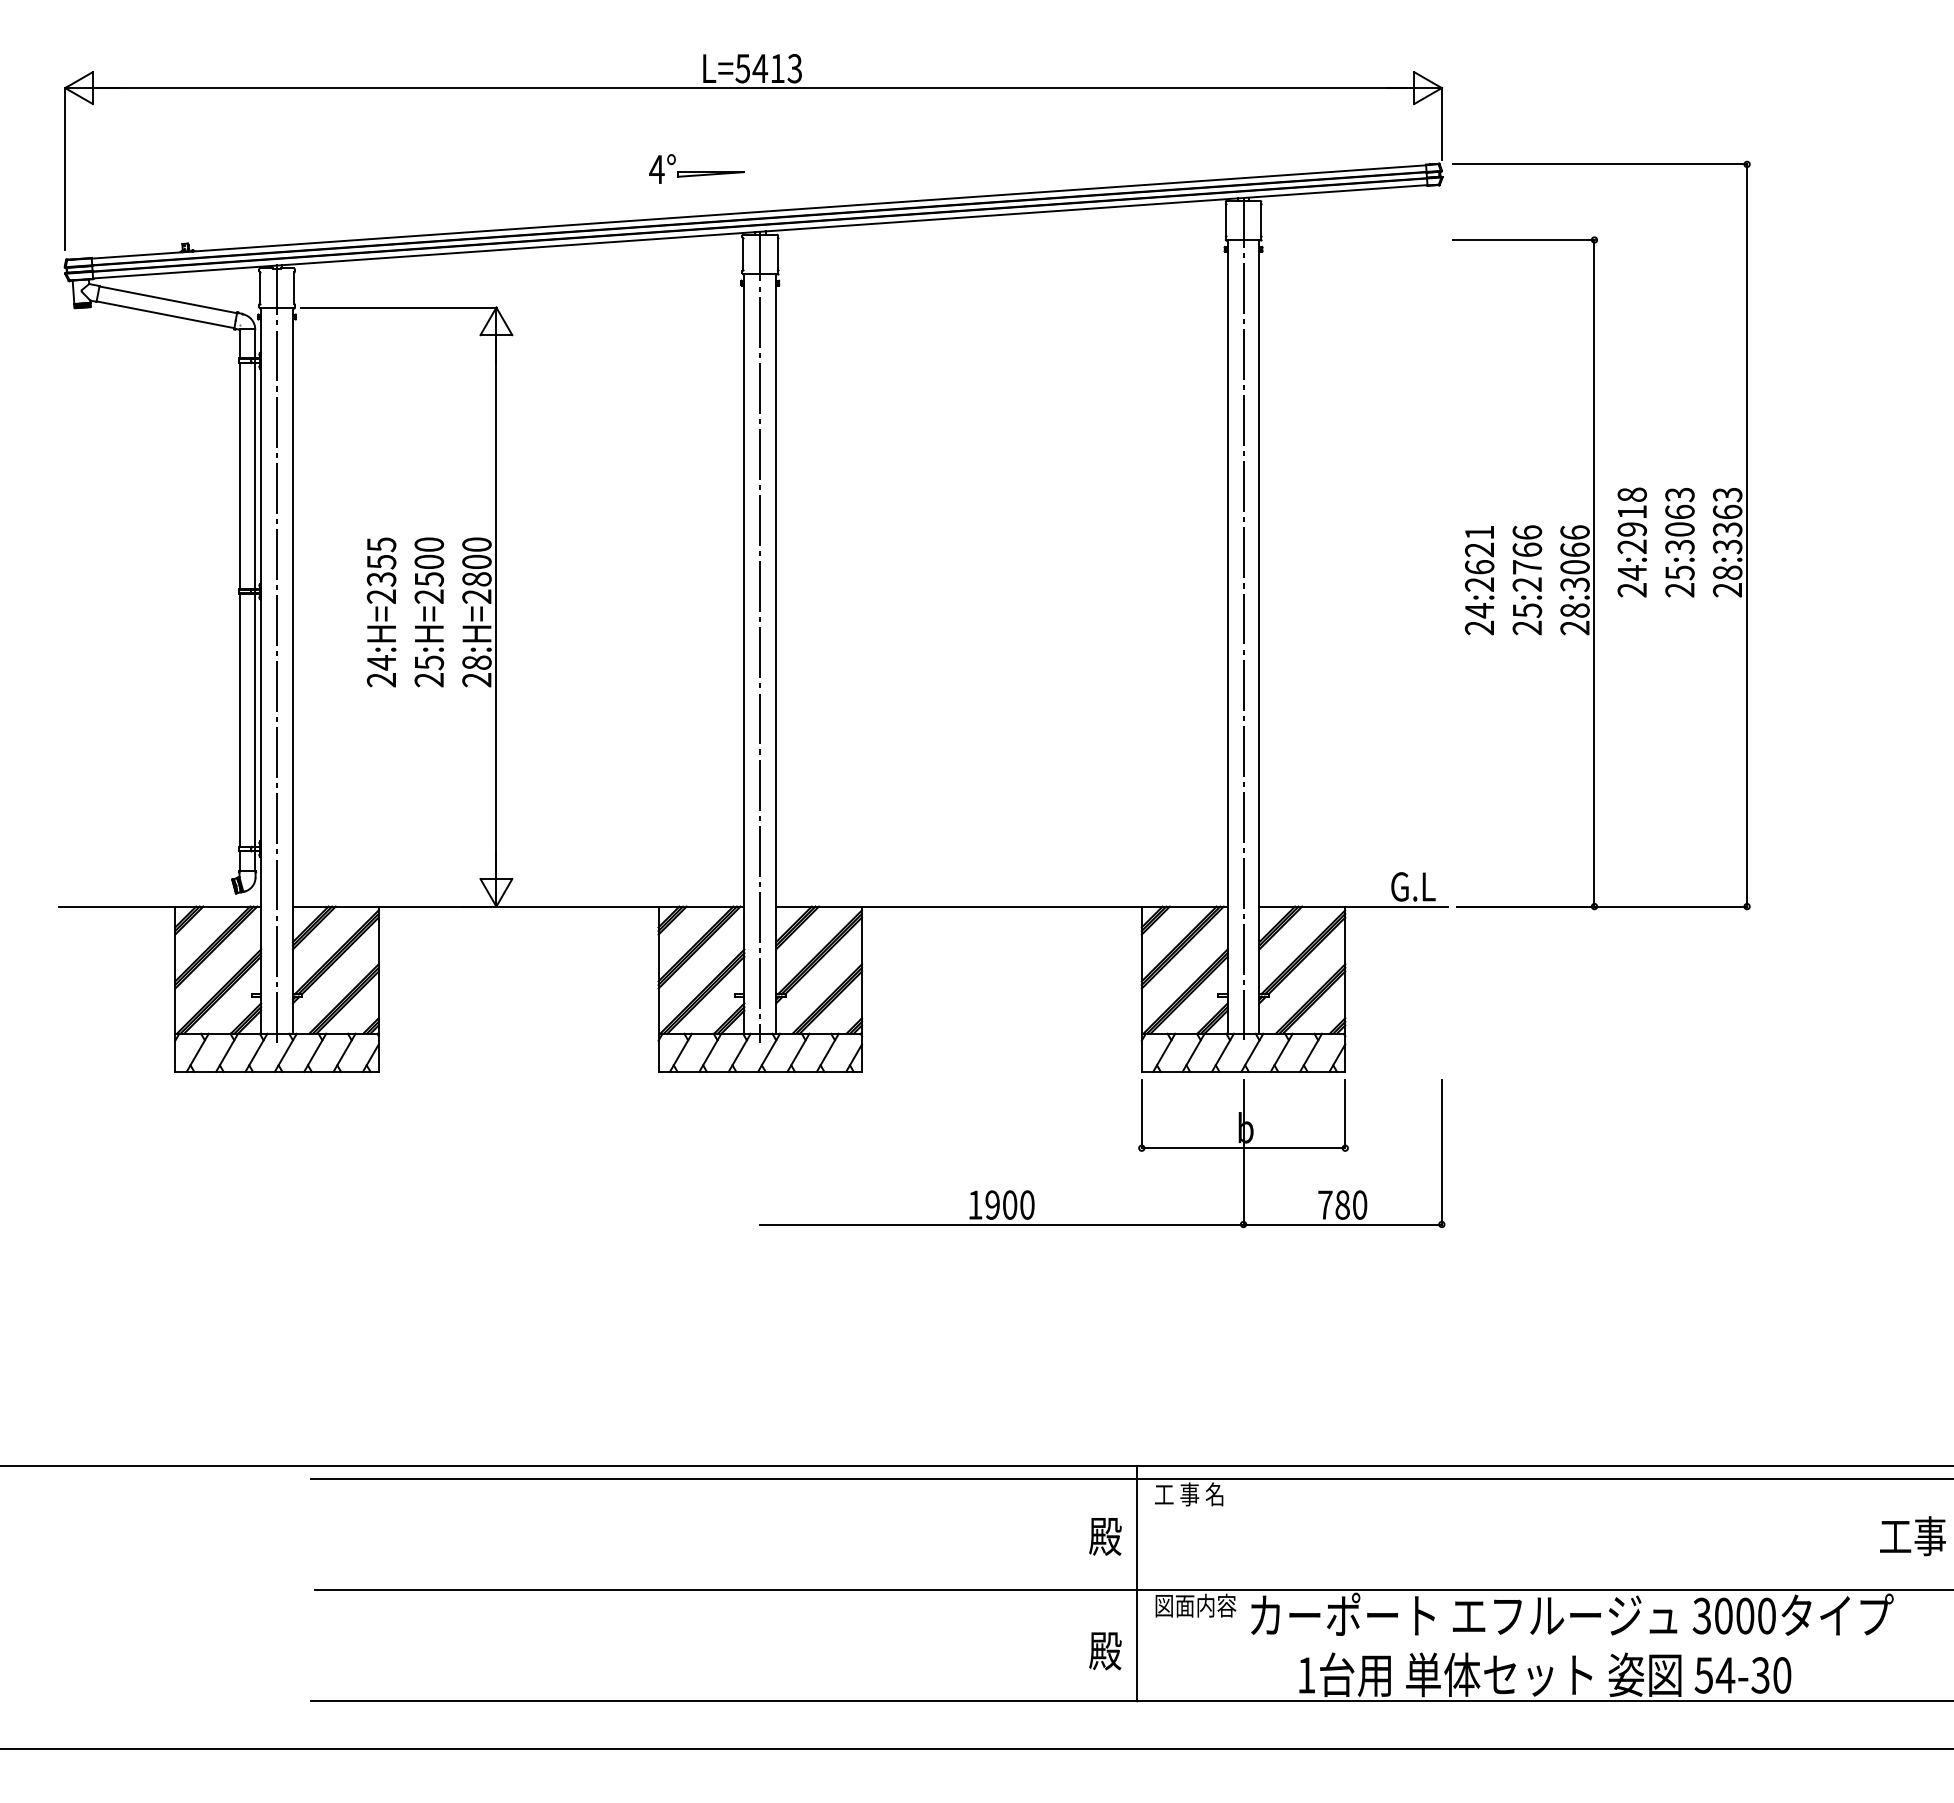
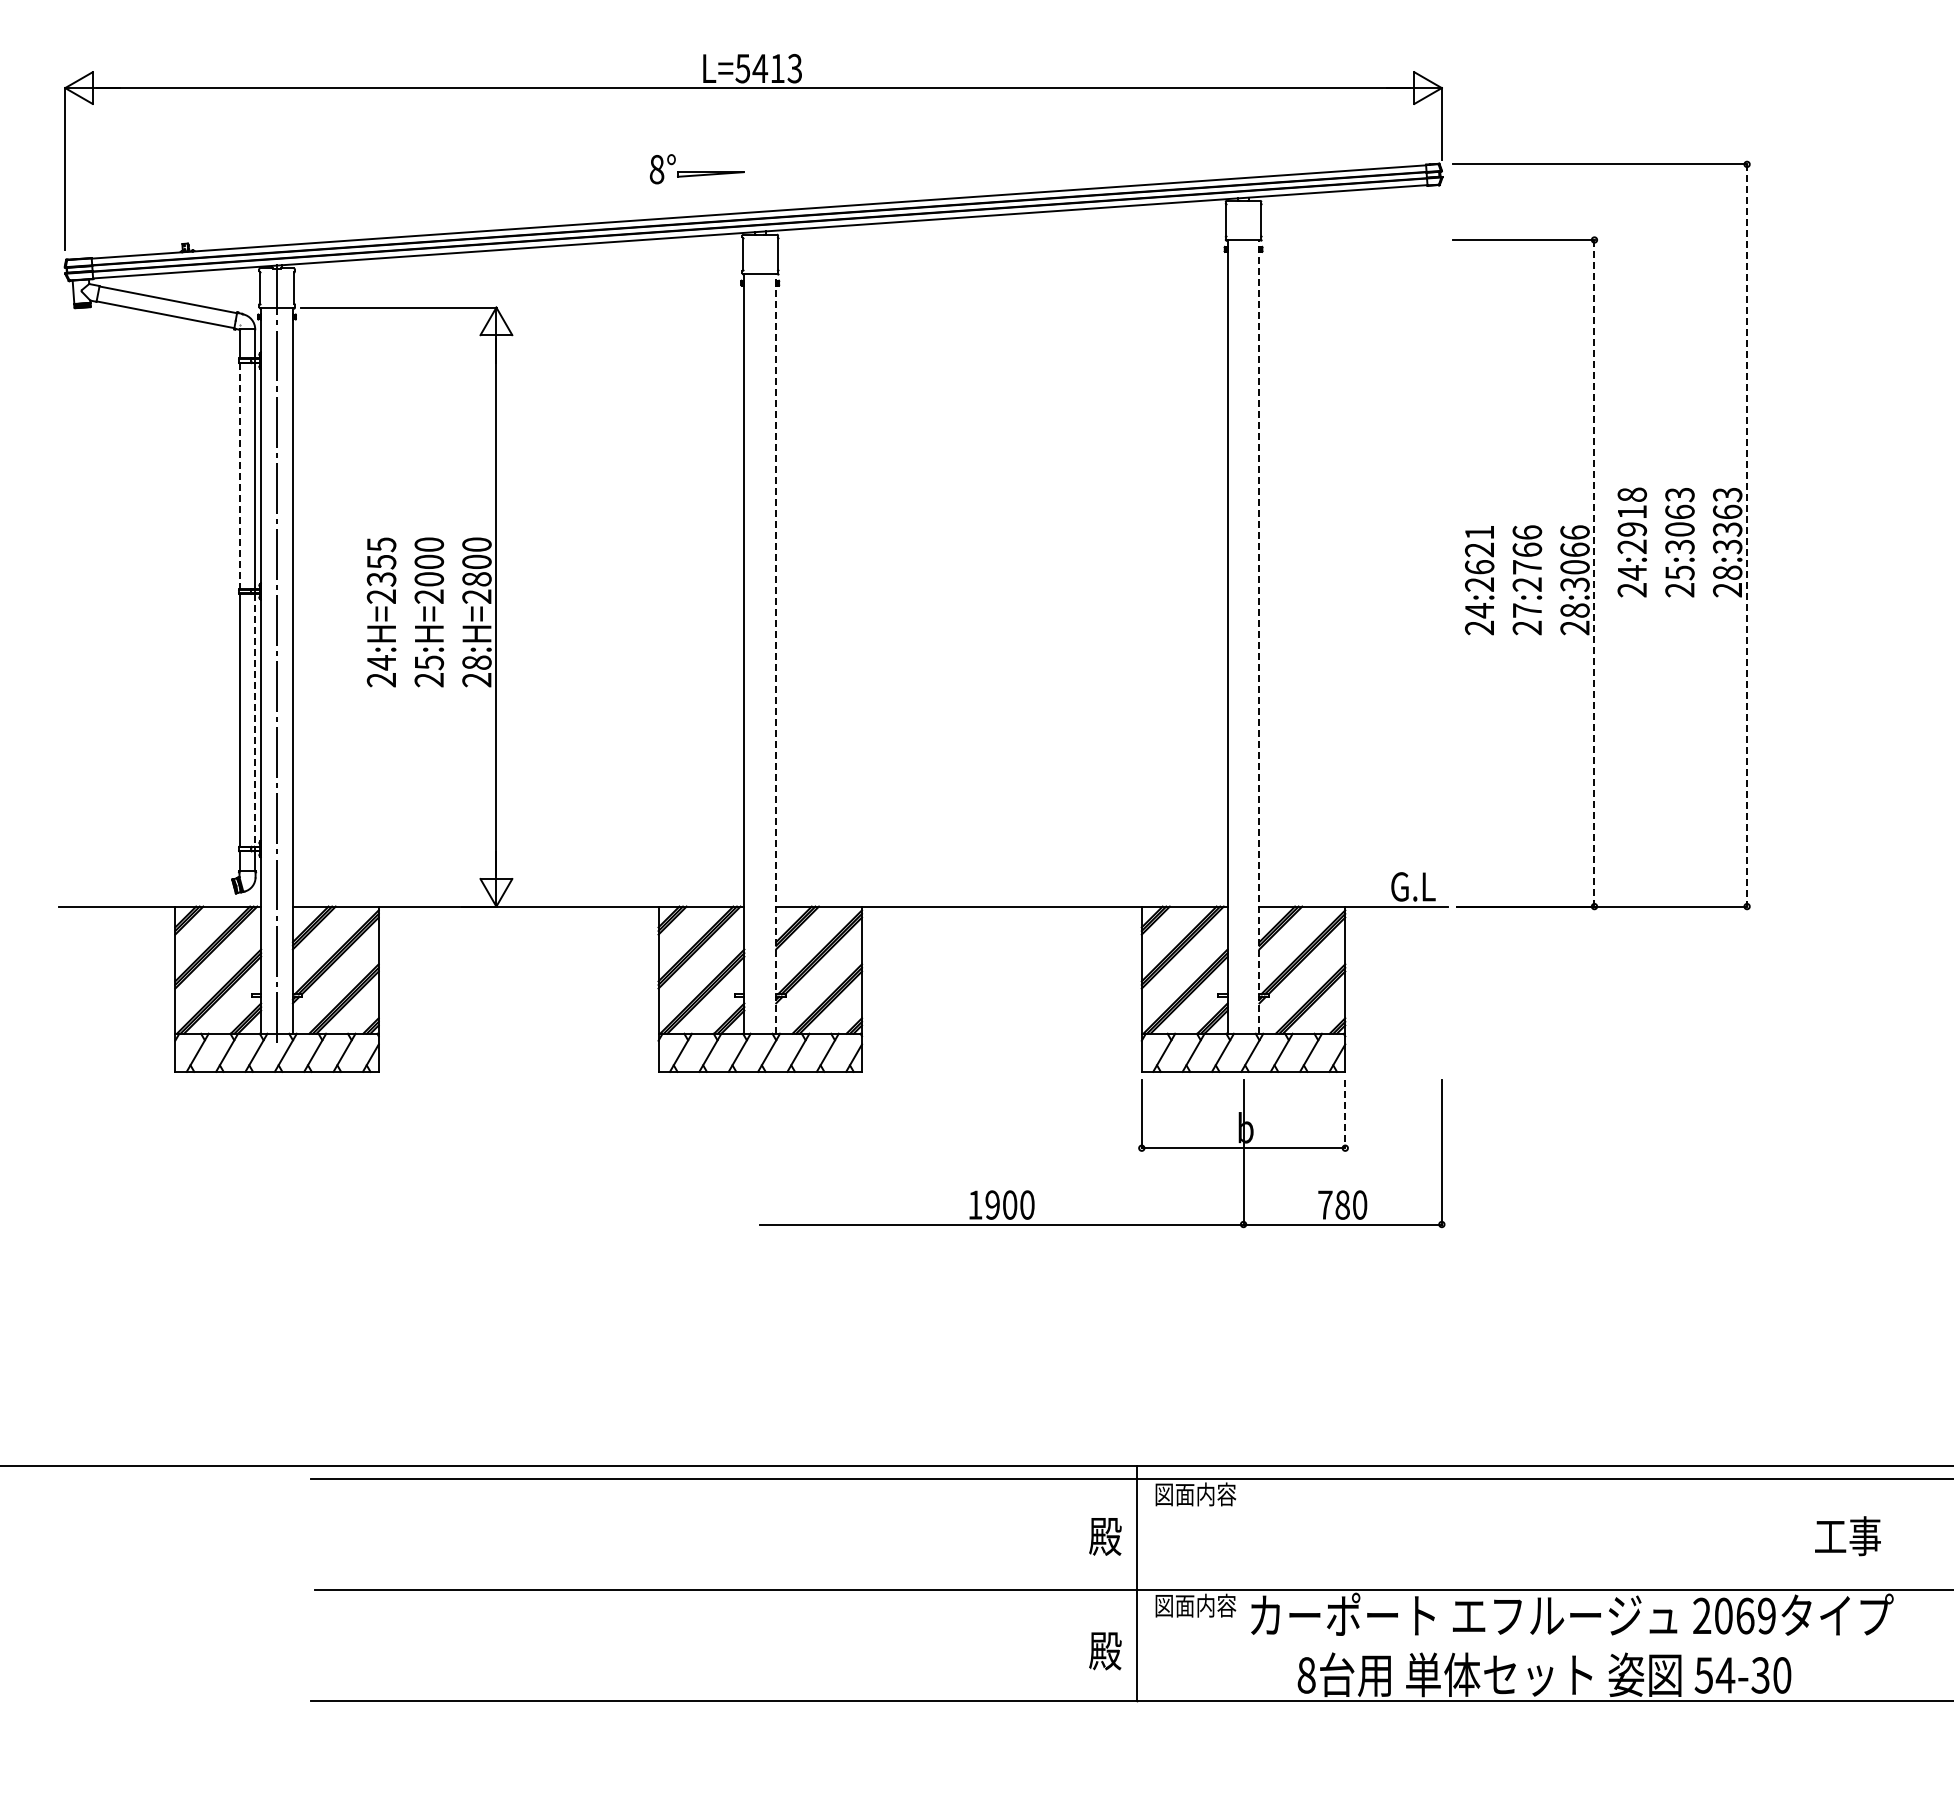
text at (656, 169): 4° -> 8°
line at (239, 476): solid -> dashed
line at (1747, 535): solid -> dashed
line at (1594, 573): solid -> dashed
text at (428, 579): 25:H=2500 -> 25:H=2000
text at (1527, 610): 25:2766 -> 27:2766
line at (1243, 617): present -> none
line at (760, 636): present -> none
line at (1259, 637): solid -> dashed
line at (776, 653): solid -> dashed
line at (255, 720): solid -> dashed
line at (1345, 1114): solid -> dashed
text at (1195, 1494): 工 事 名 -> 図面内容
text at (1912, 1536) position: (1912, 1536) -> (1847, 1536)
text at (1733, 1615): 3000 -> 2069
text at (1306, 1675): 1 -> 8
line at (976, 1749): present -> none
